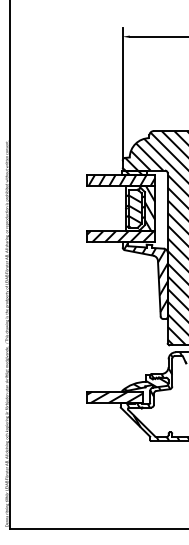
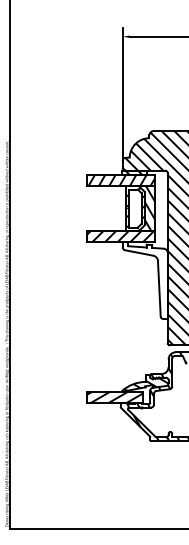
hatch at (135, 208): present -> none
hatch at (145, 280): present -> none
